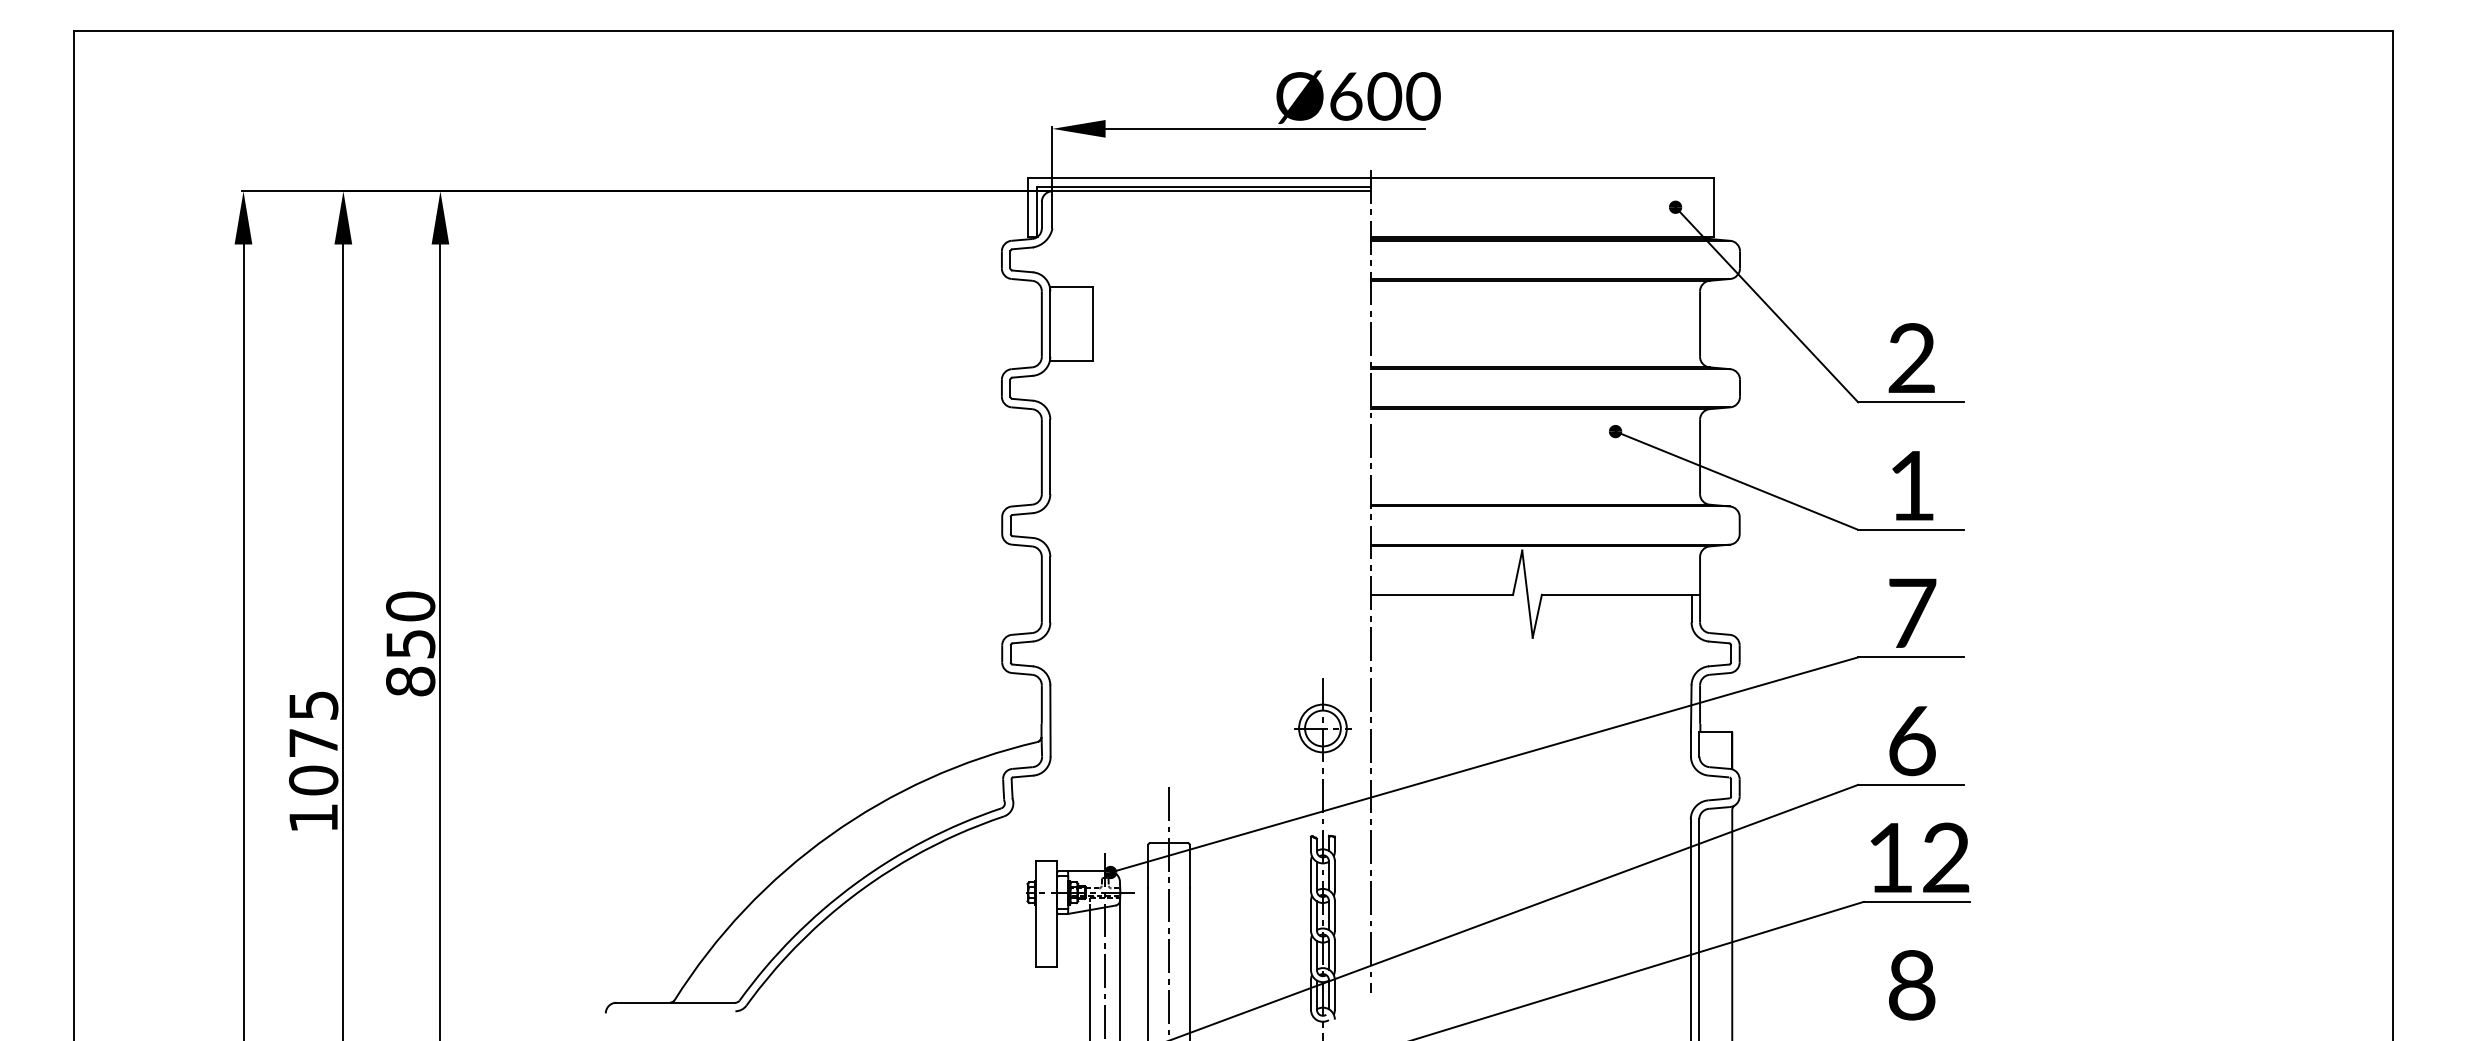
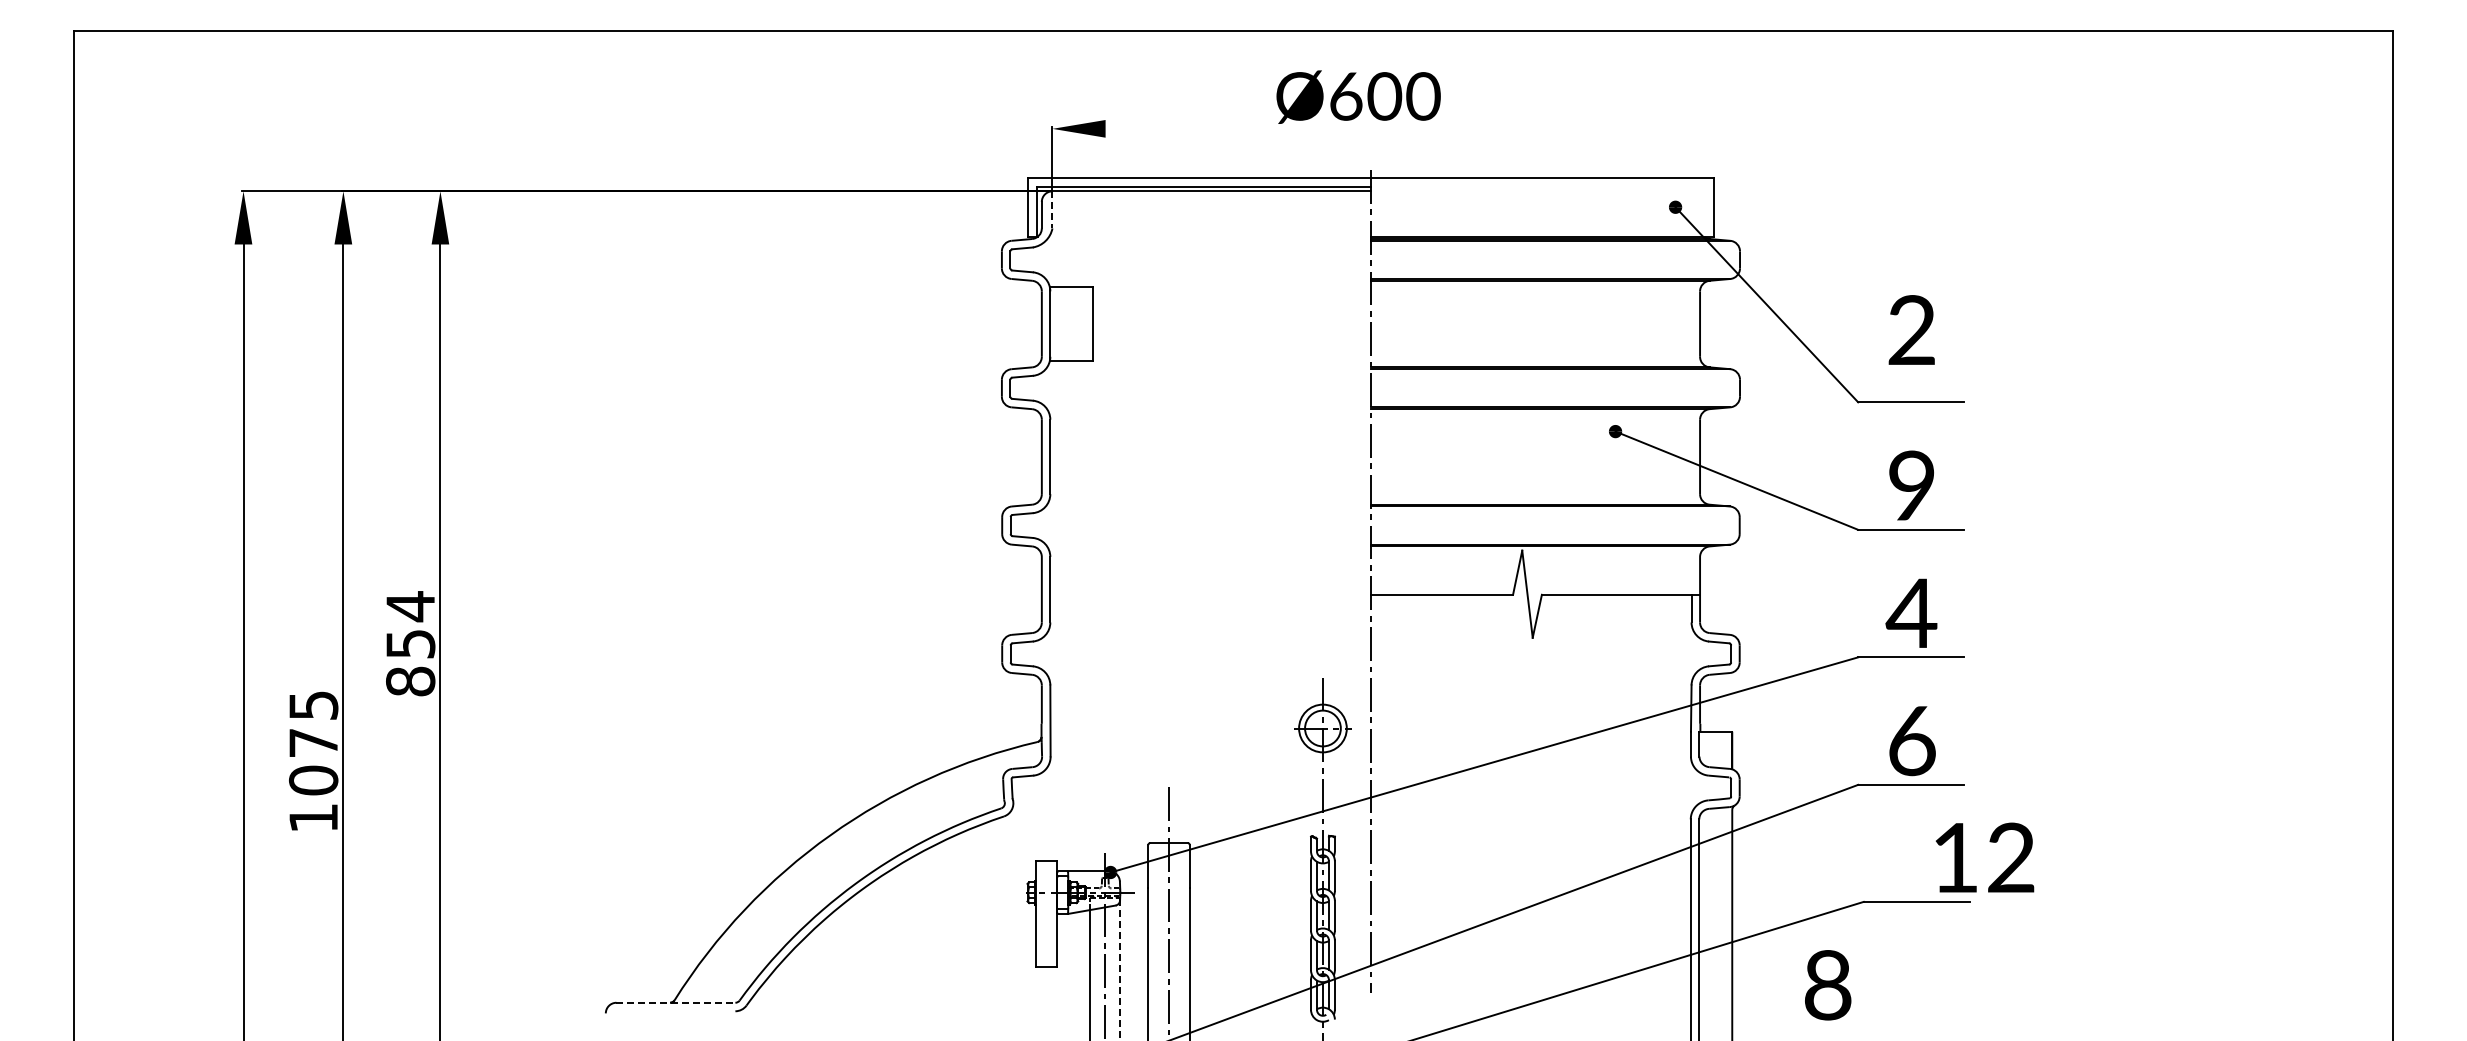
line at (1265, 128): present -> none
line at (1052, 209): solid -> dashed
text at (1911, 357) position: (1911, 357) -> (1911, 329)
text at (1911, 485): 1 -> 9
text at (410, 606): 850 -> 854
text at (1911, 612): 7 -> 4
text at (1919, 857) position: (1919, 857) -> (1984, 857)
line at (1120, 969): solid -> dashed
text at (1912, 985) position: (1912, 985) -> (1828, 985)
line at (676, 1002): solid -> dashed
